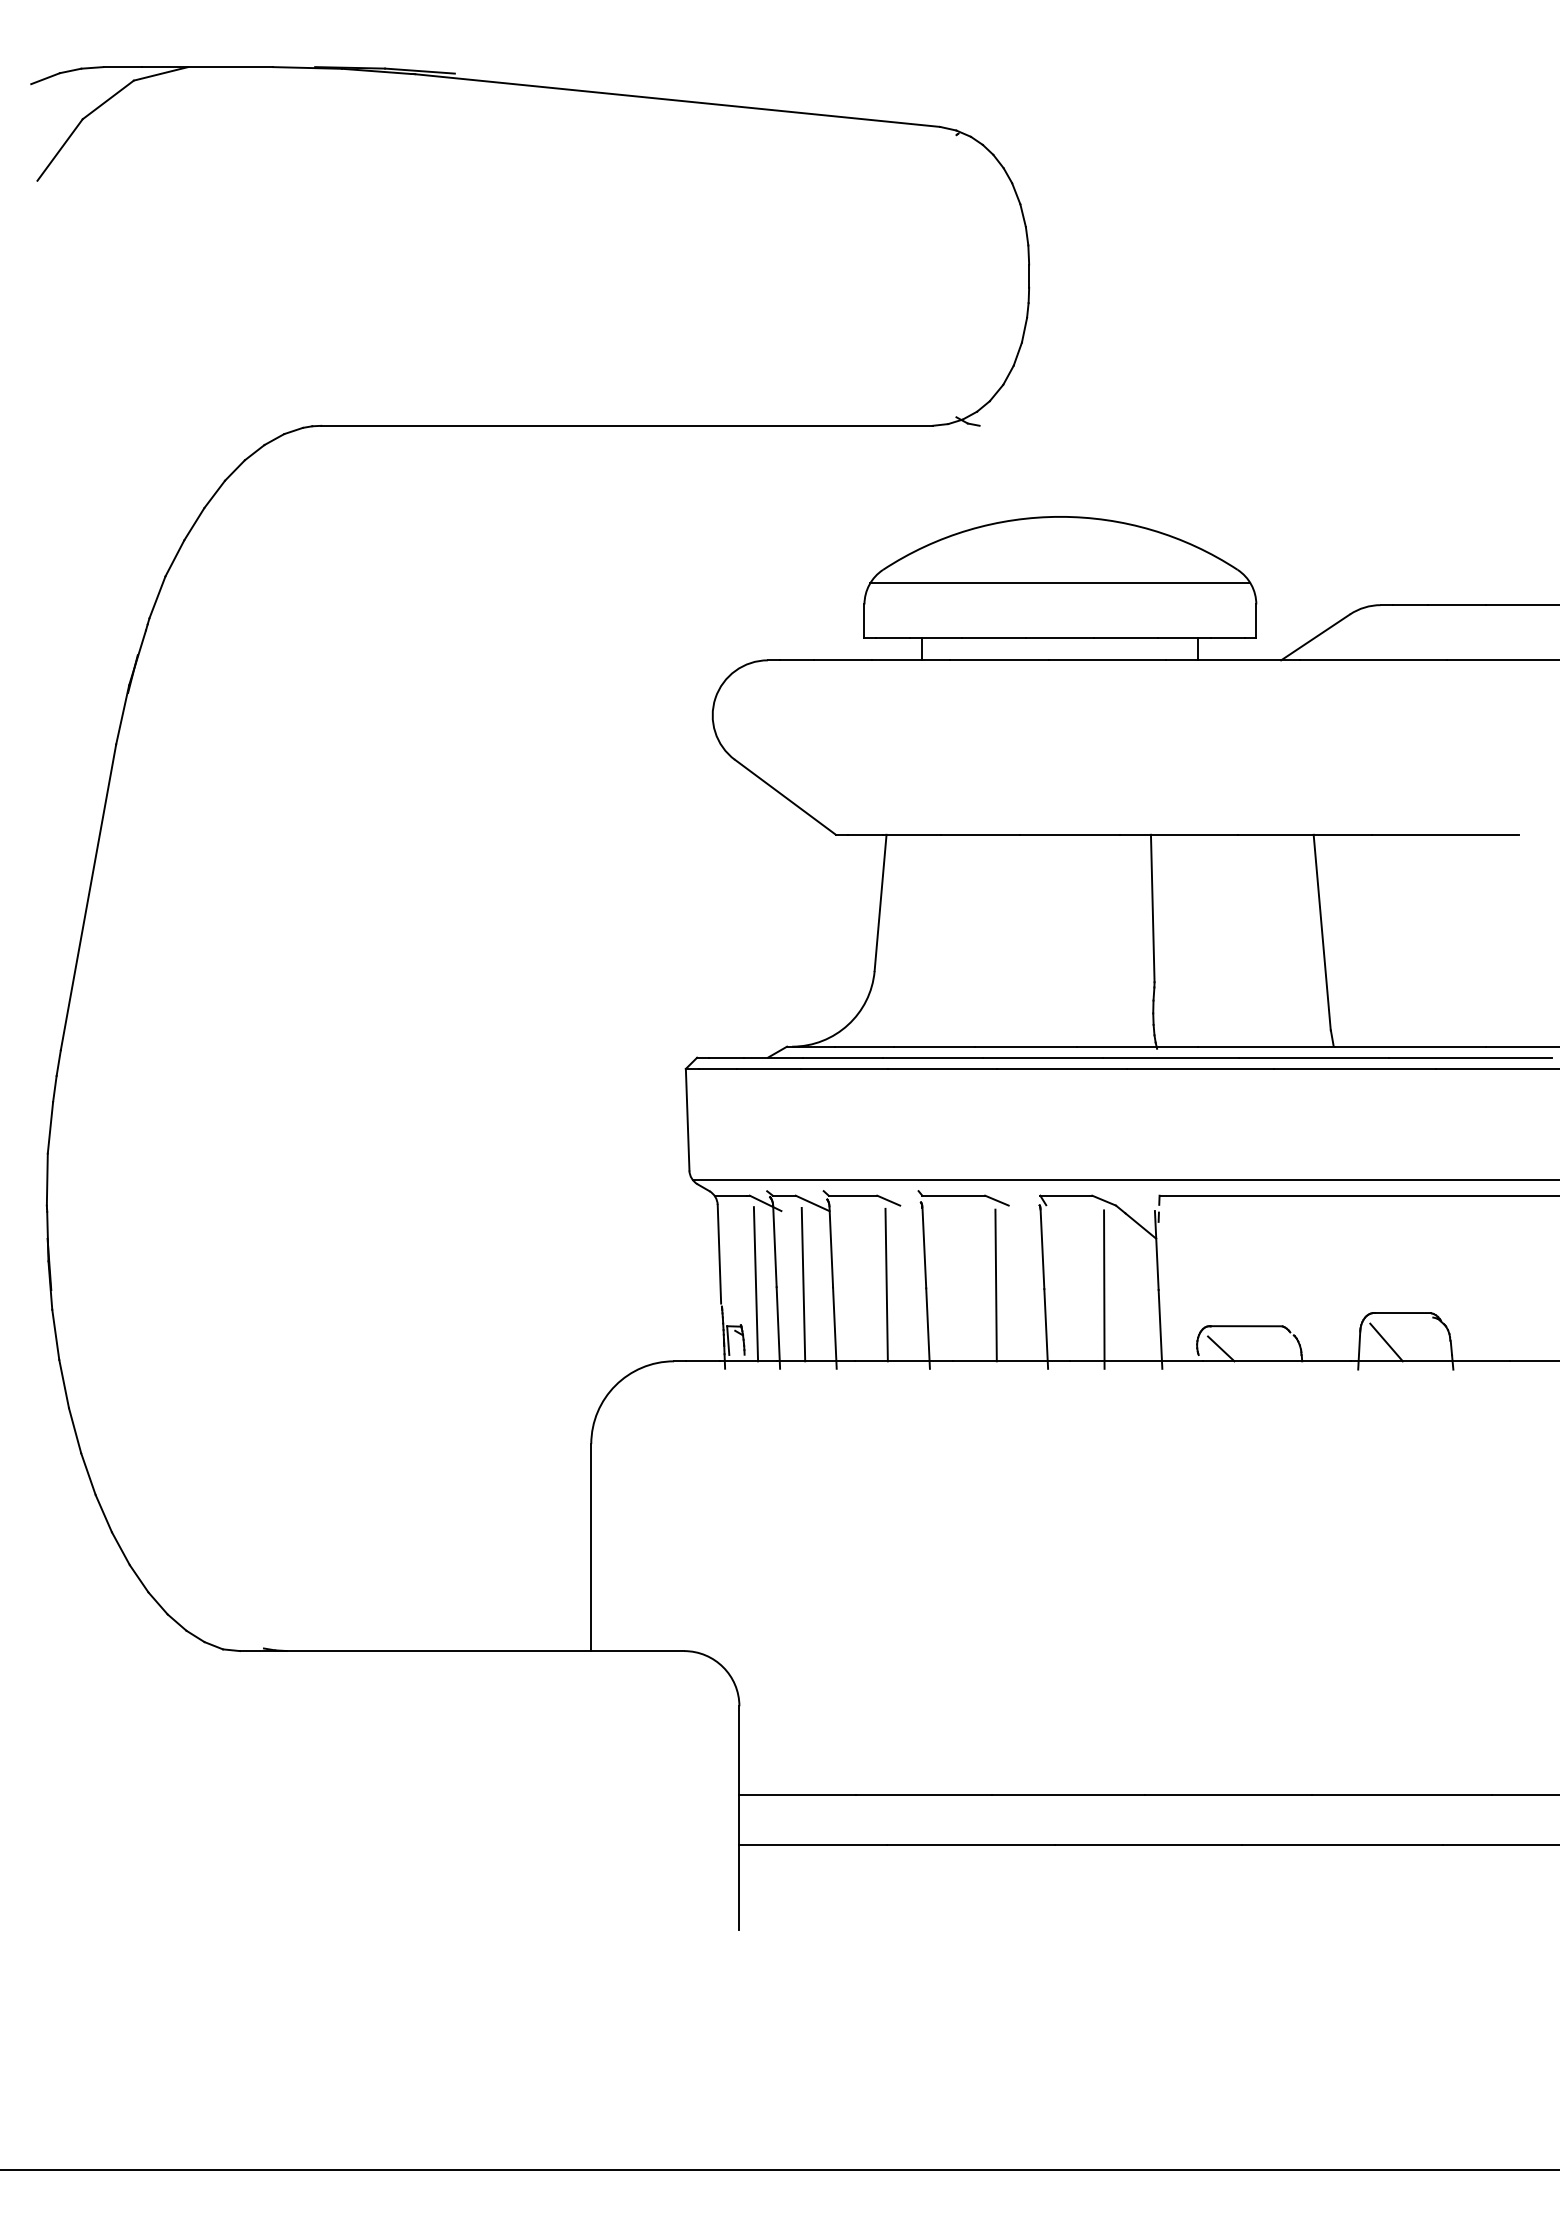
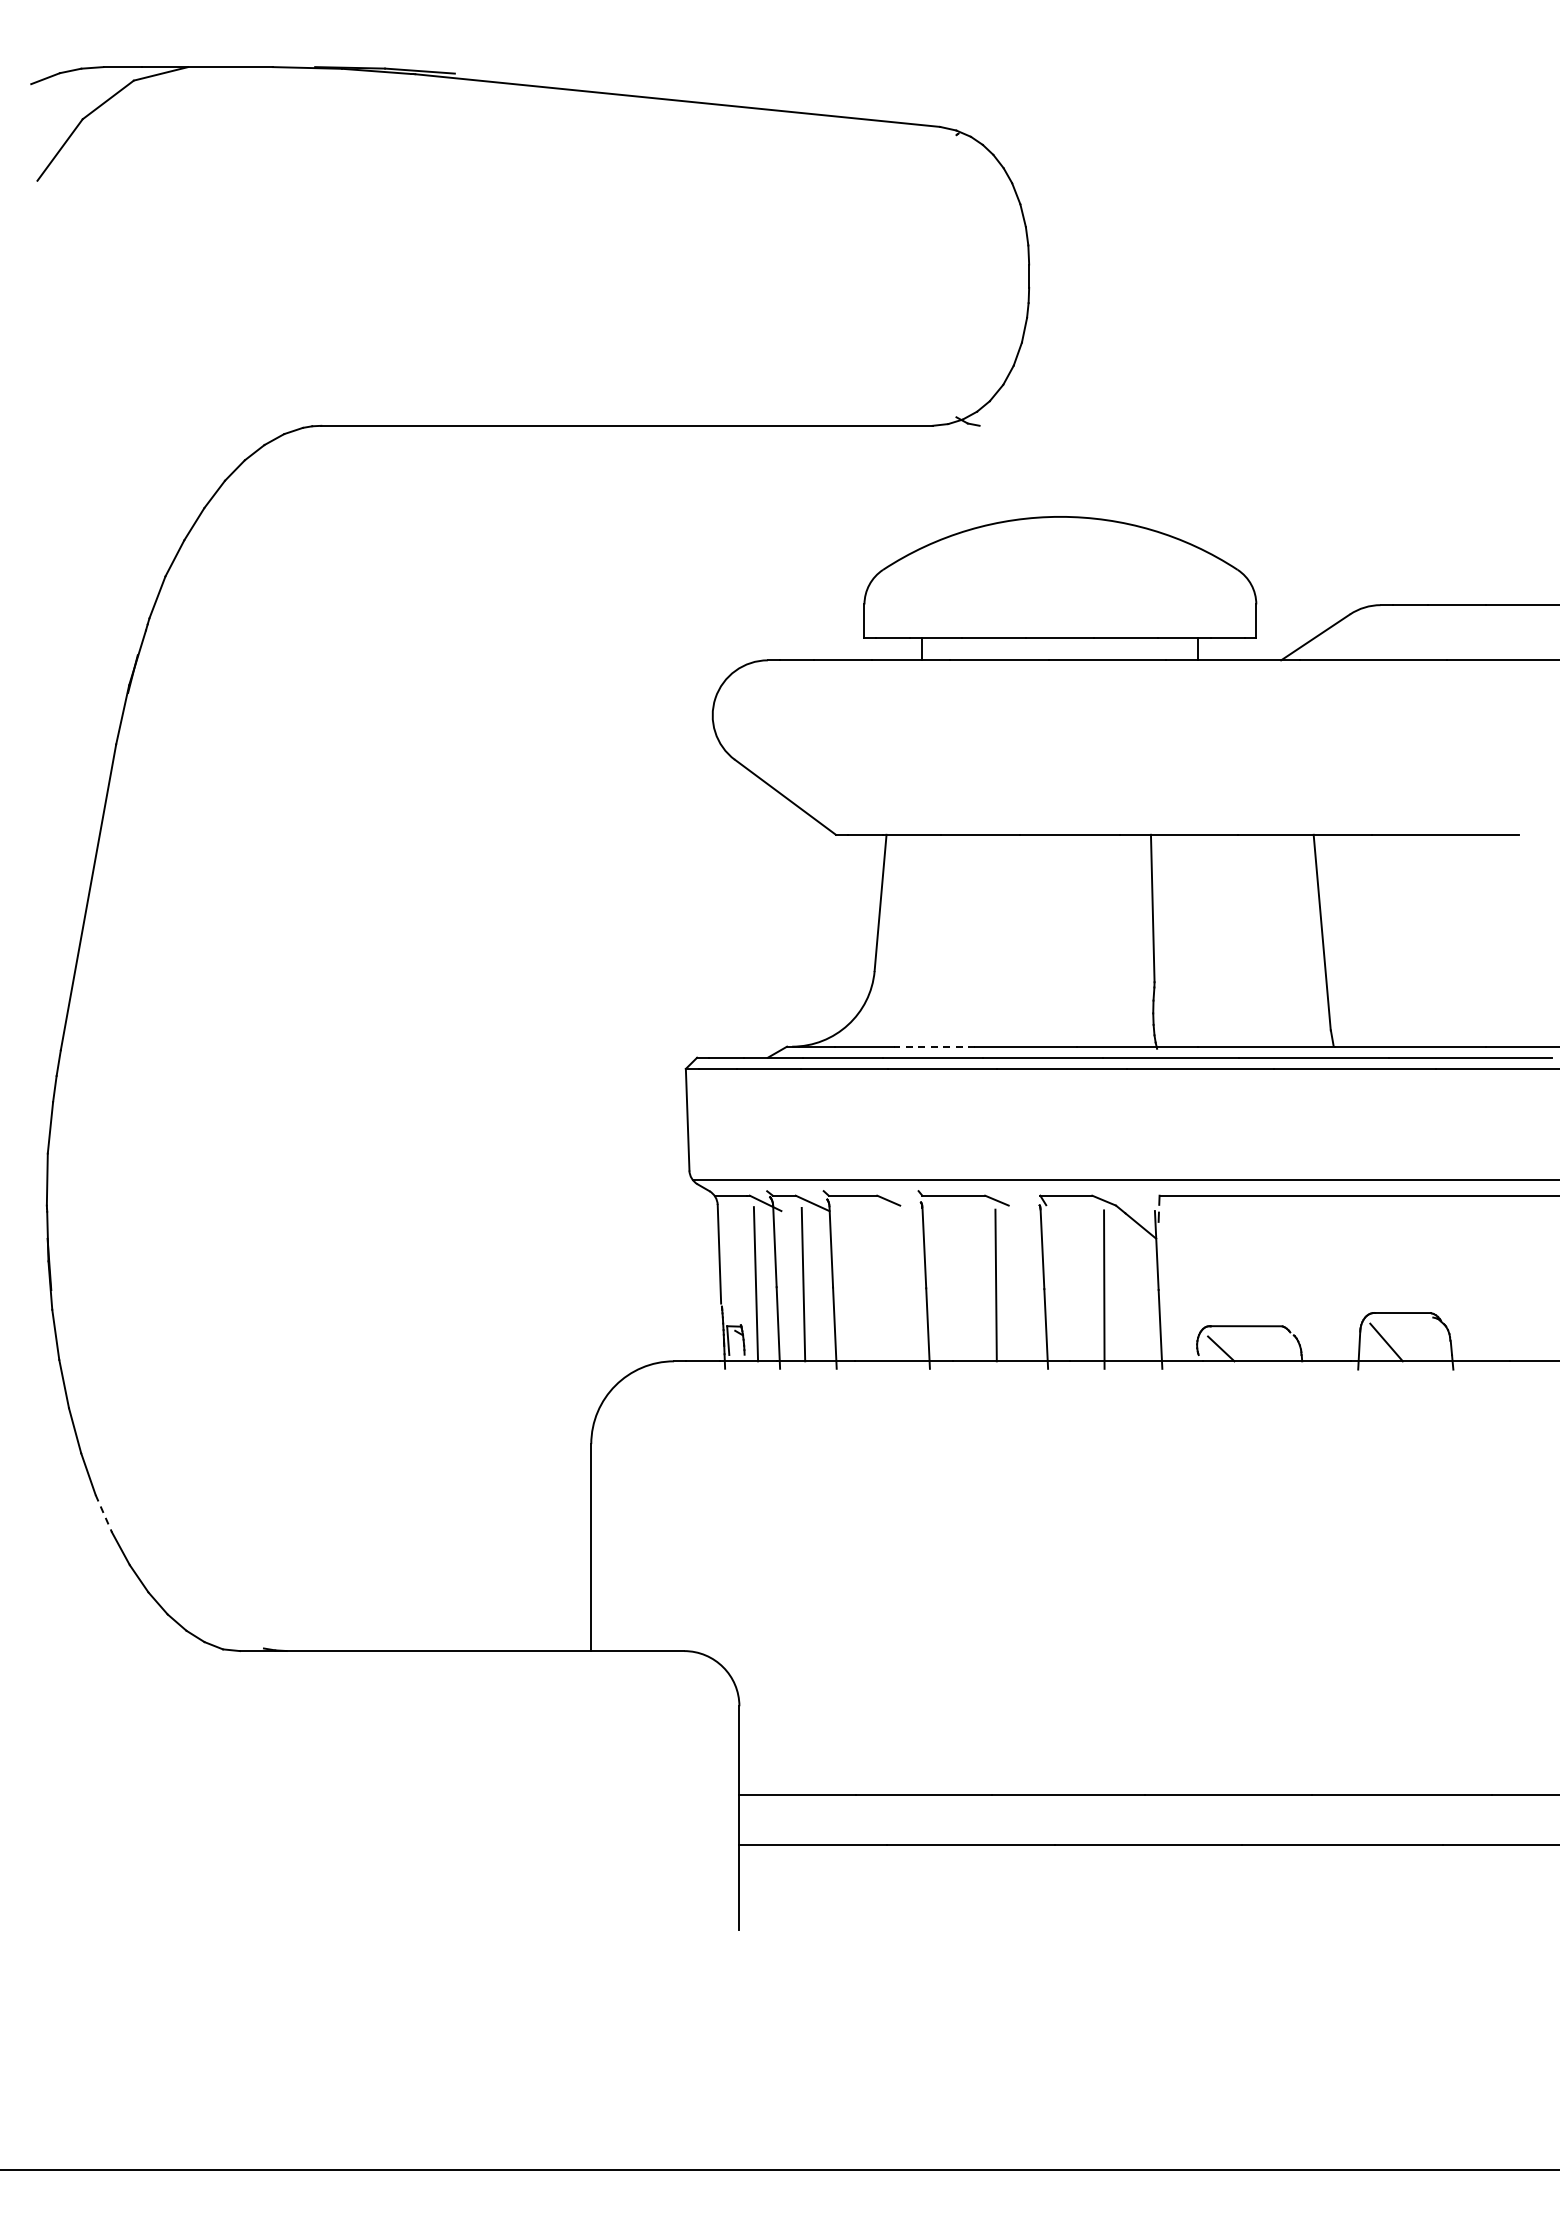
line at (1060, 583): present -> none
line at (934, 1046): solid -> dashed
line at (886, 1284): present -> none
line at (104, 1514): solid -> dashed
